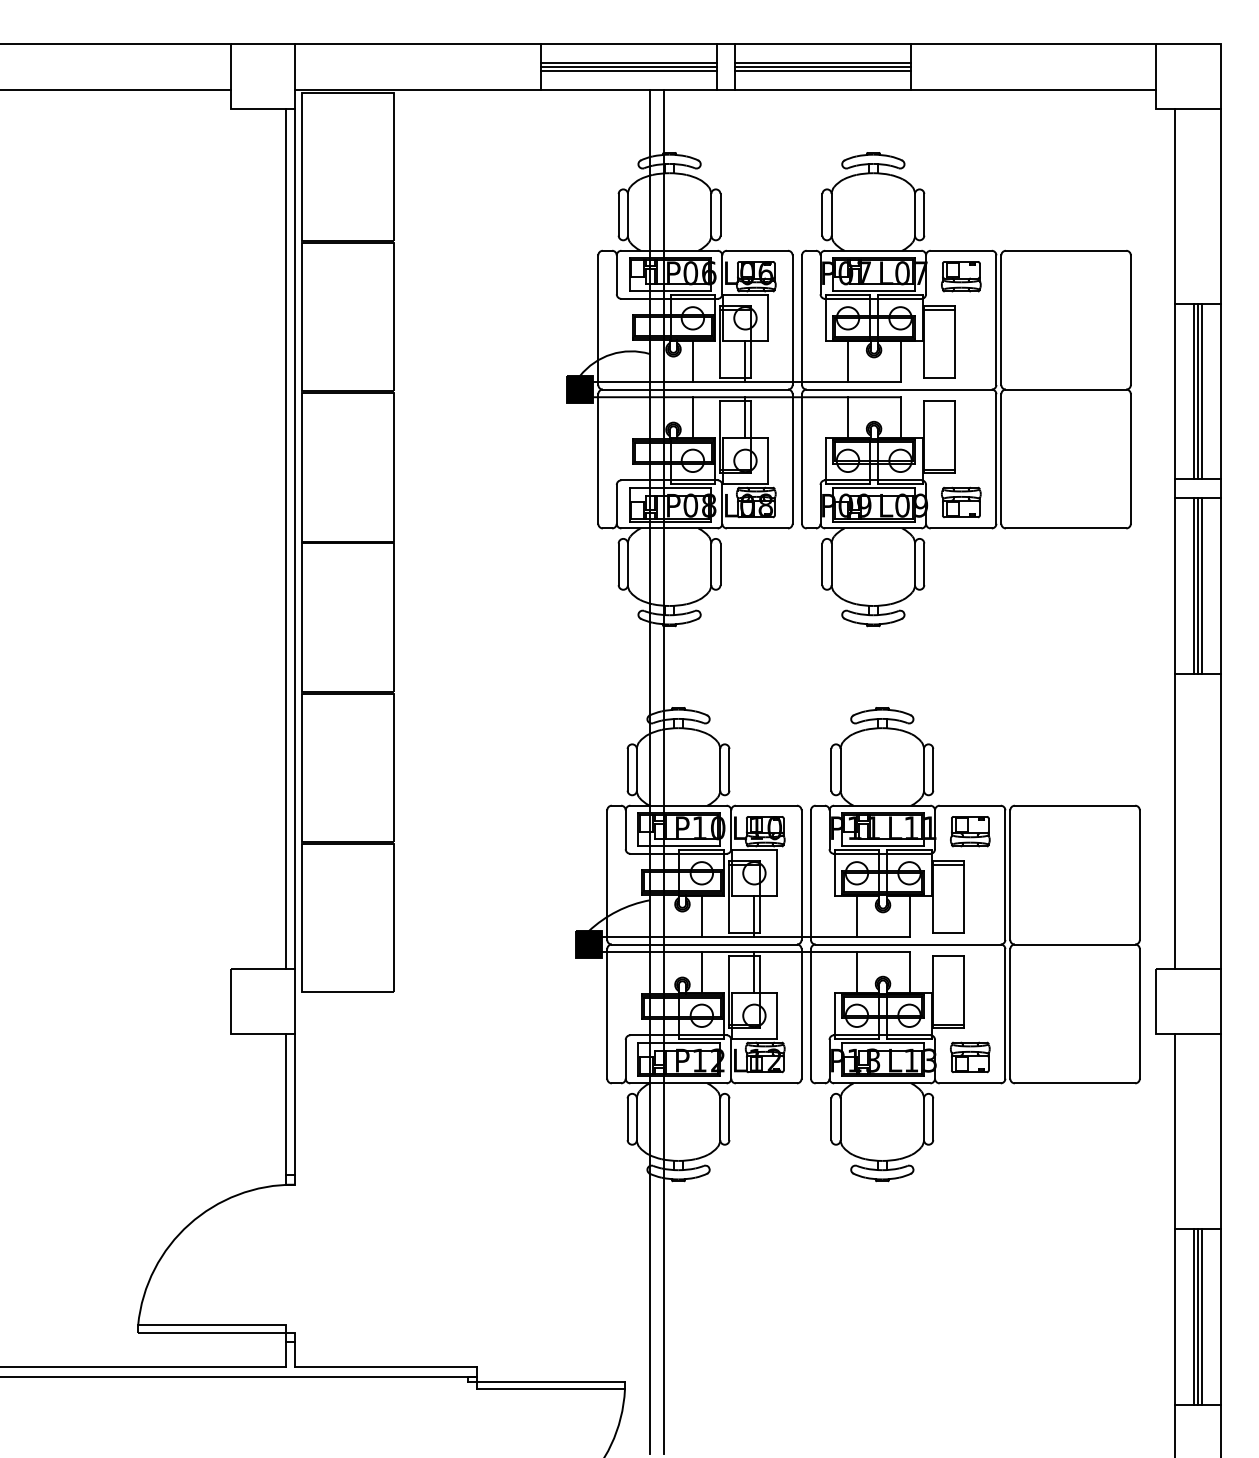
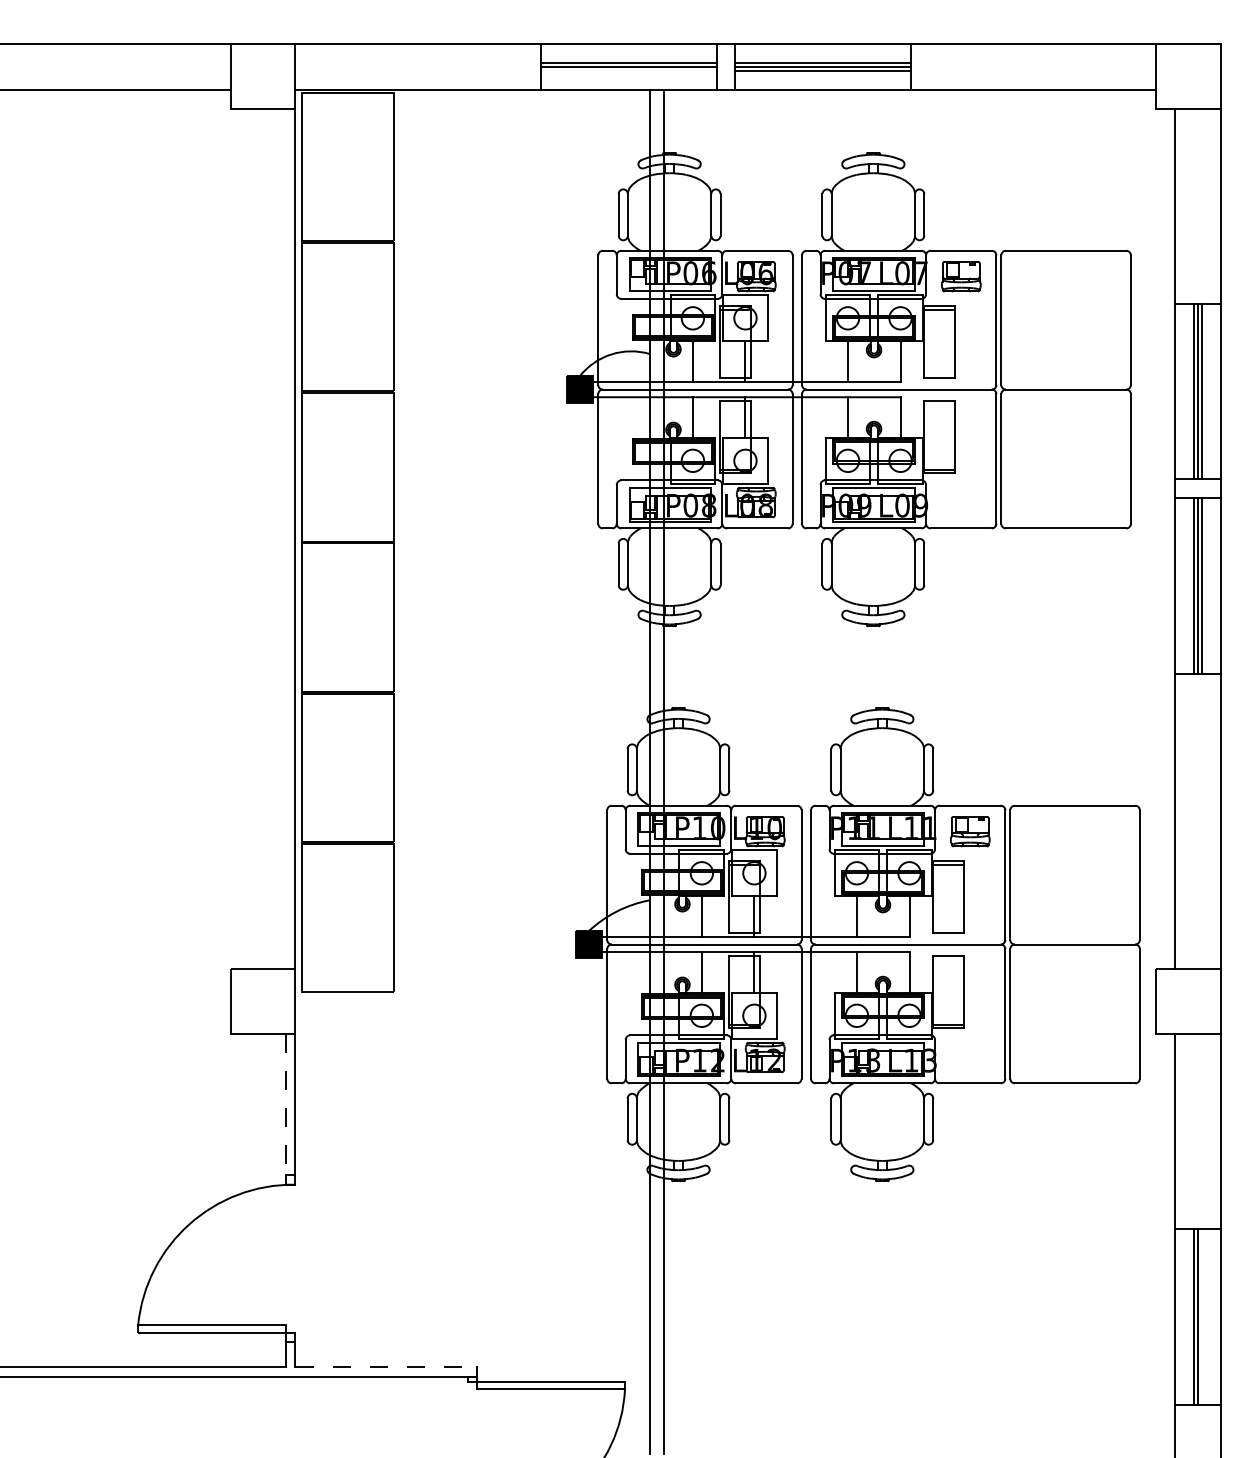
line at (628, 70): present -> none
part at (961, 502): present -> none
line at (286, 538): present -> none
part at (970, 1057): present -> none
line at (286, 1104): solid -> dashed
line at (1201, 1317): present -> none
line at (386, 1367): solid -> dashed
